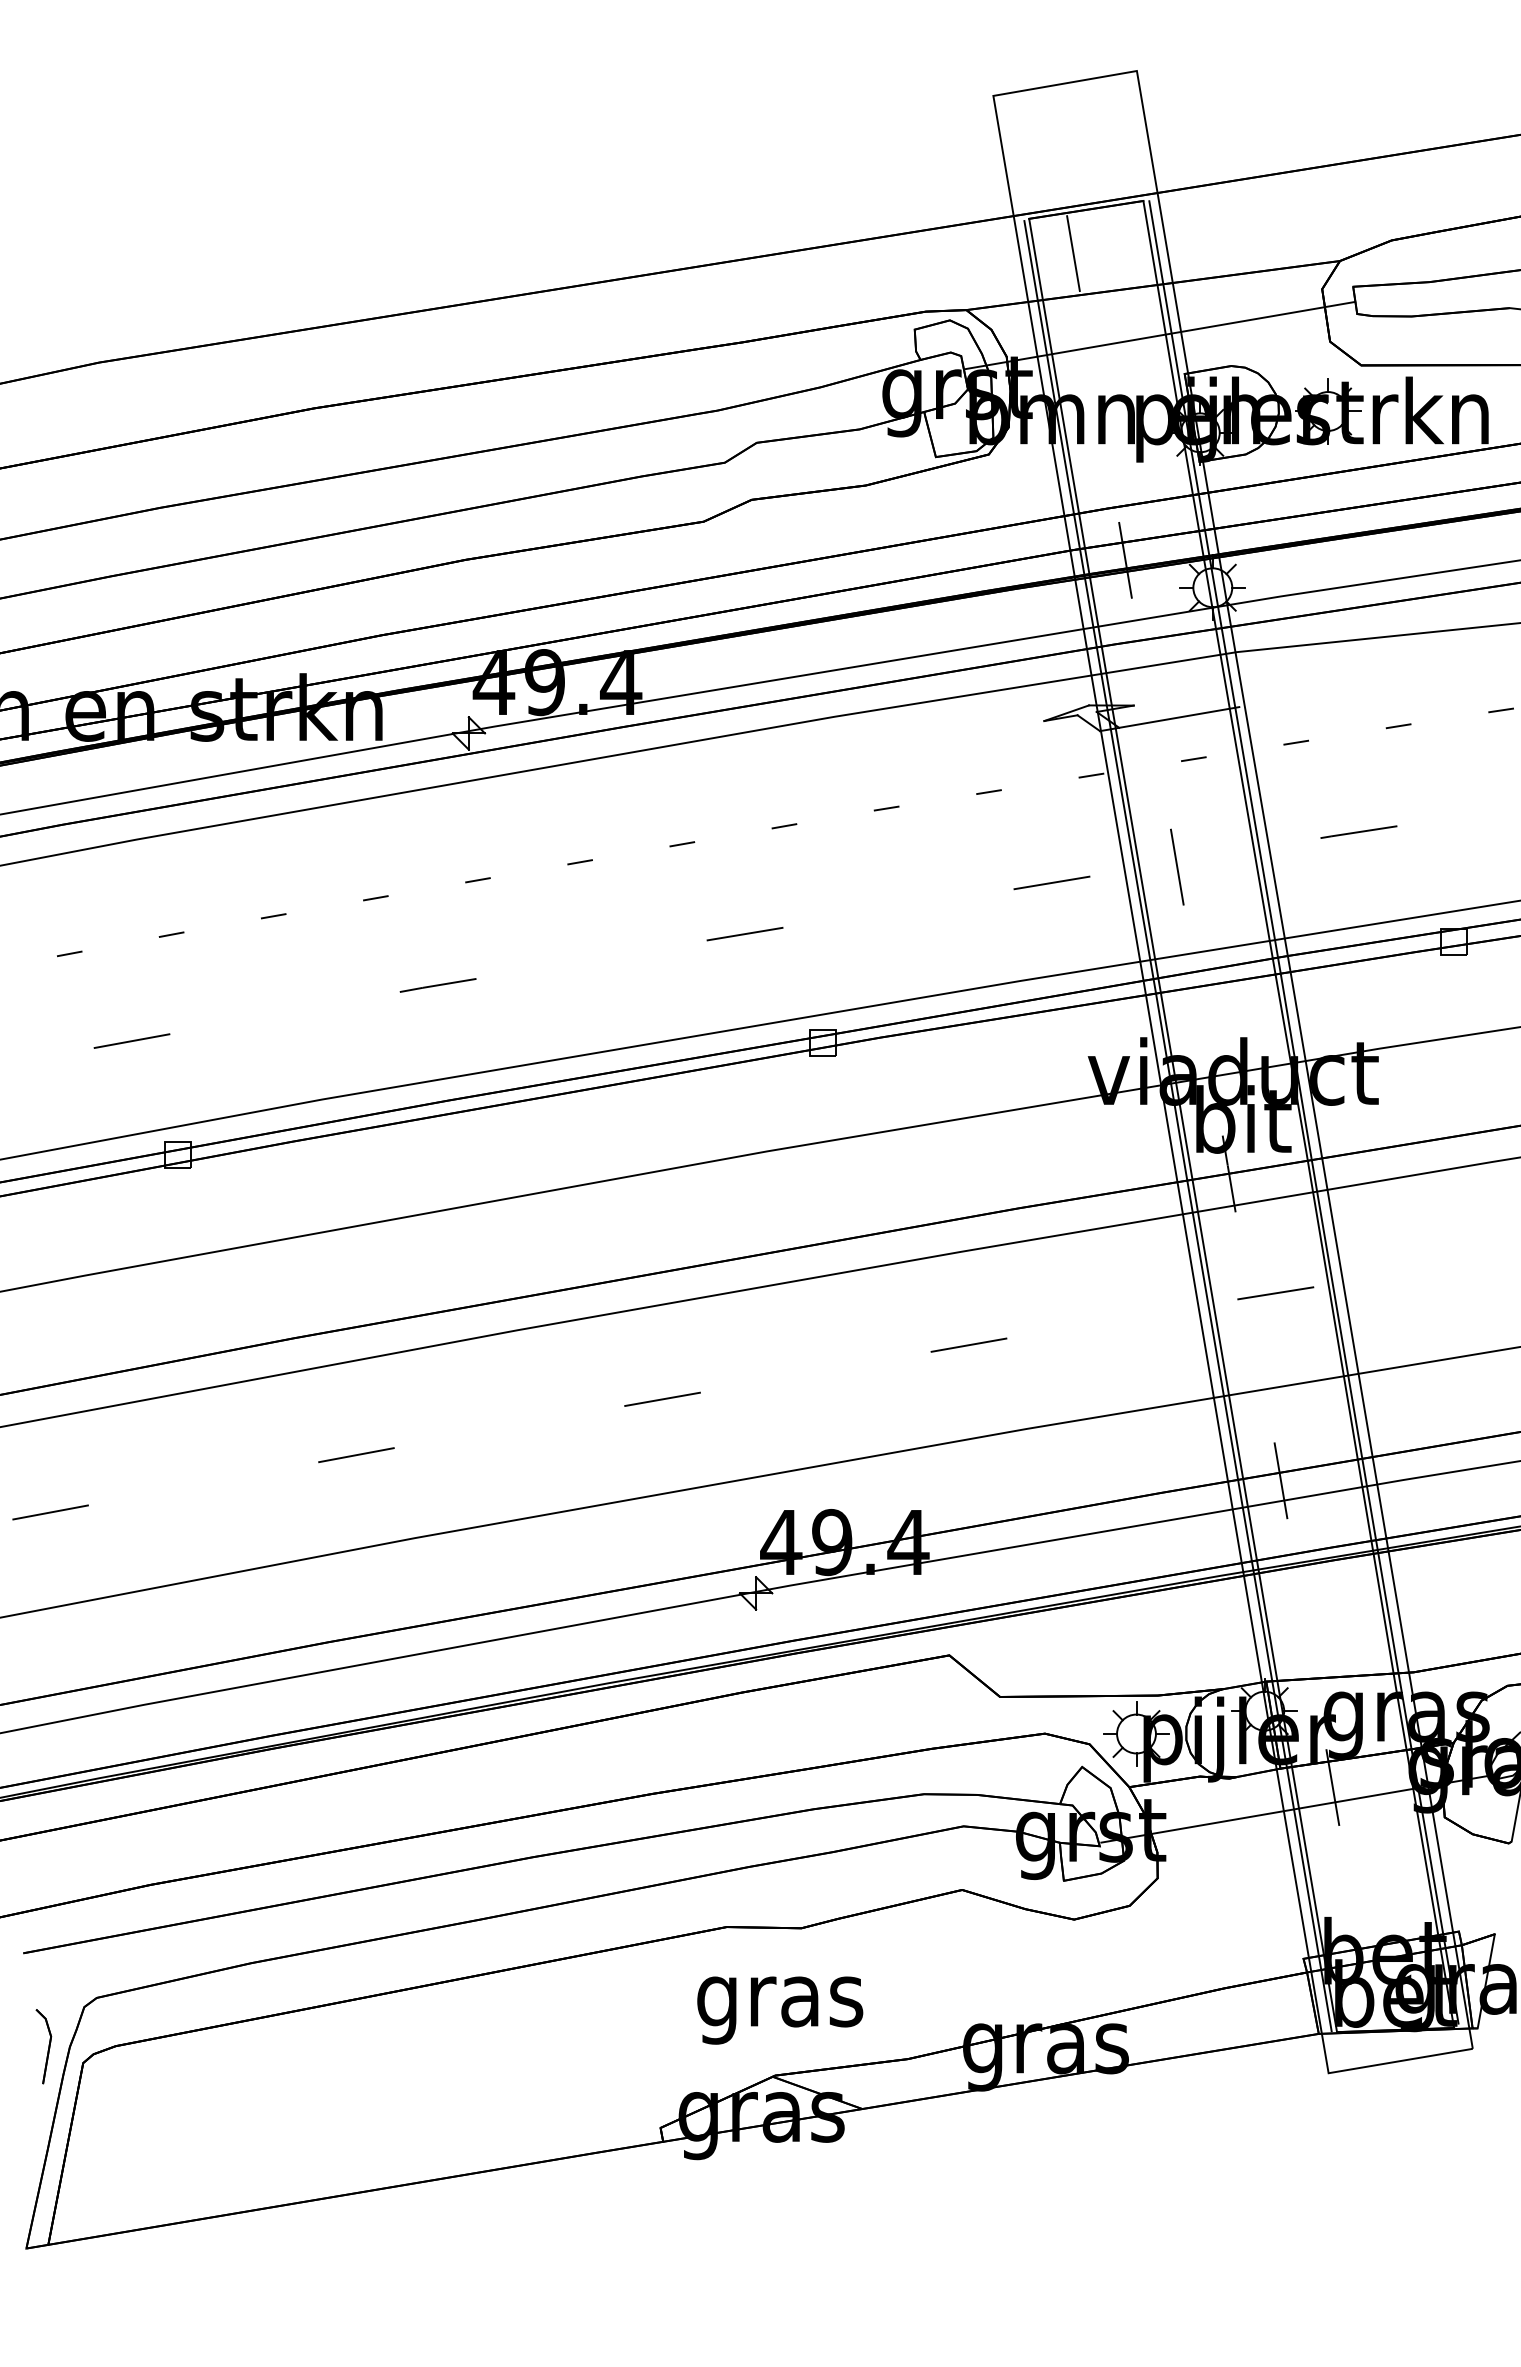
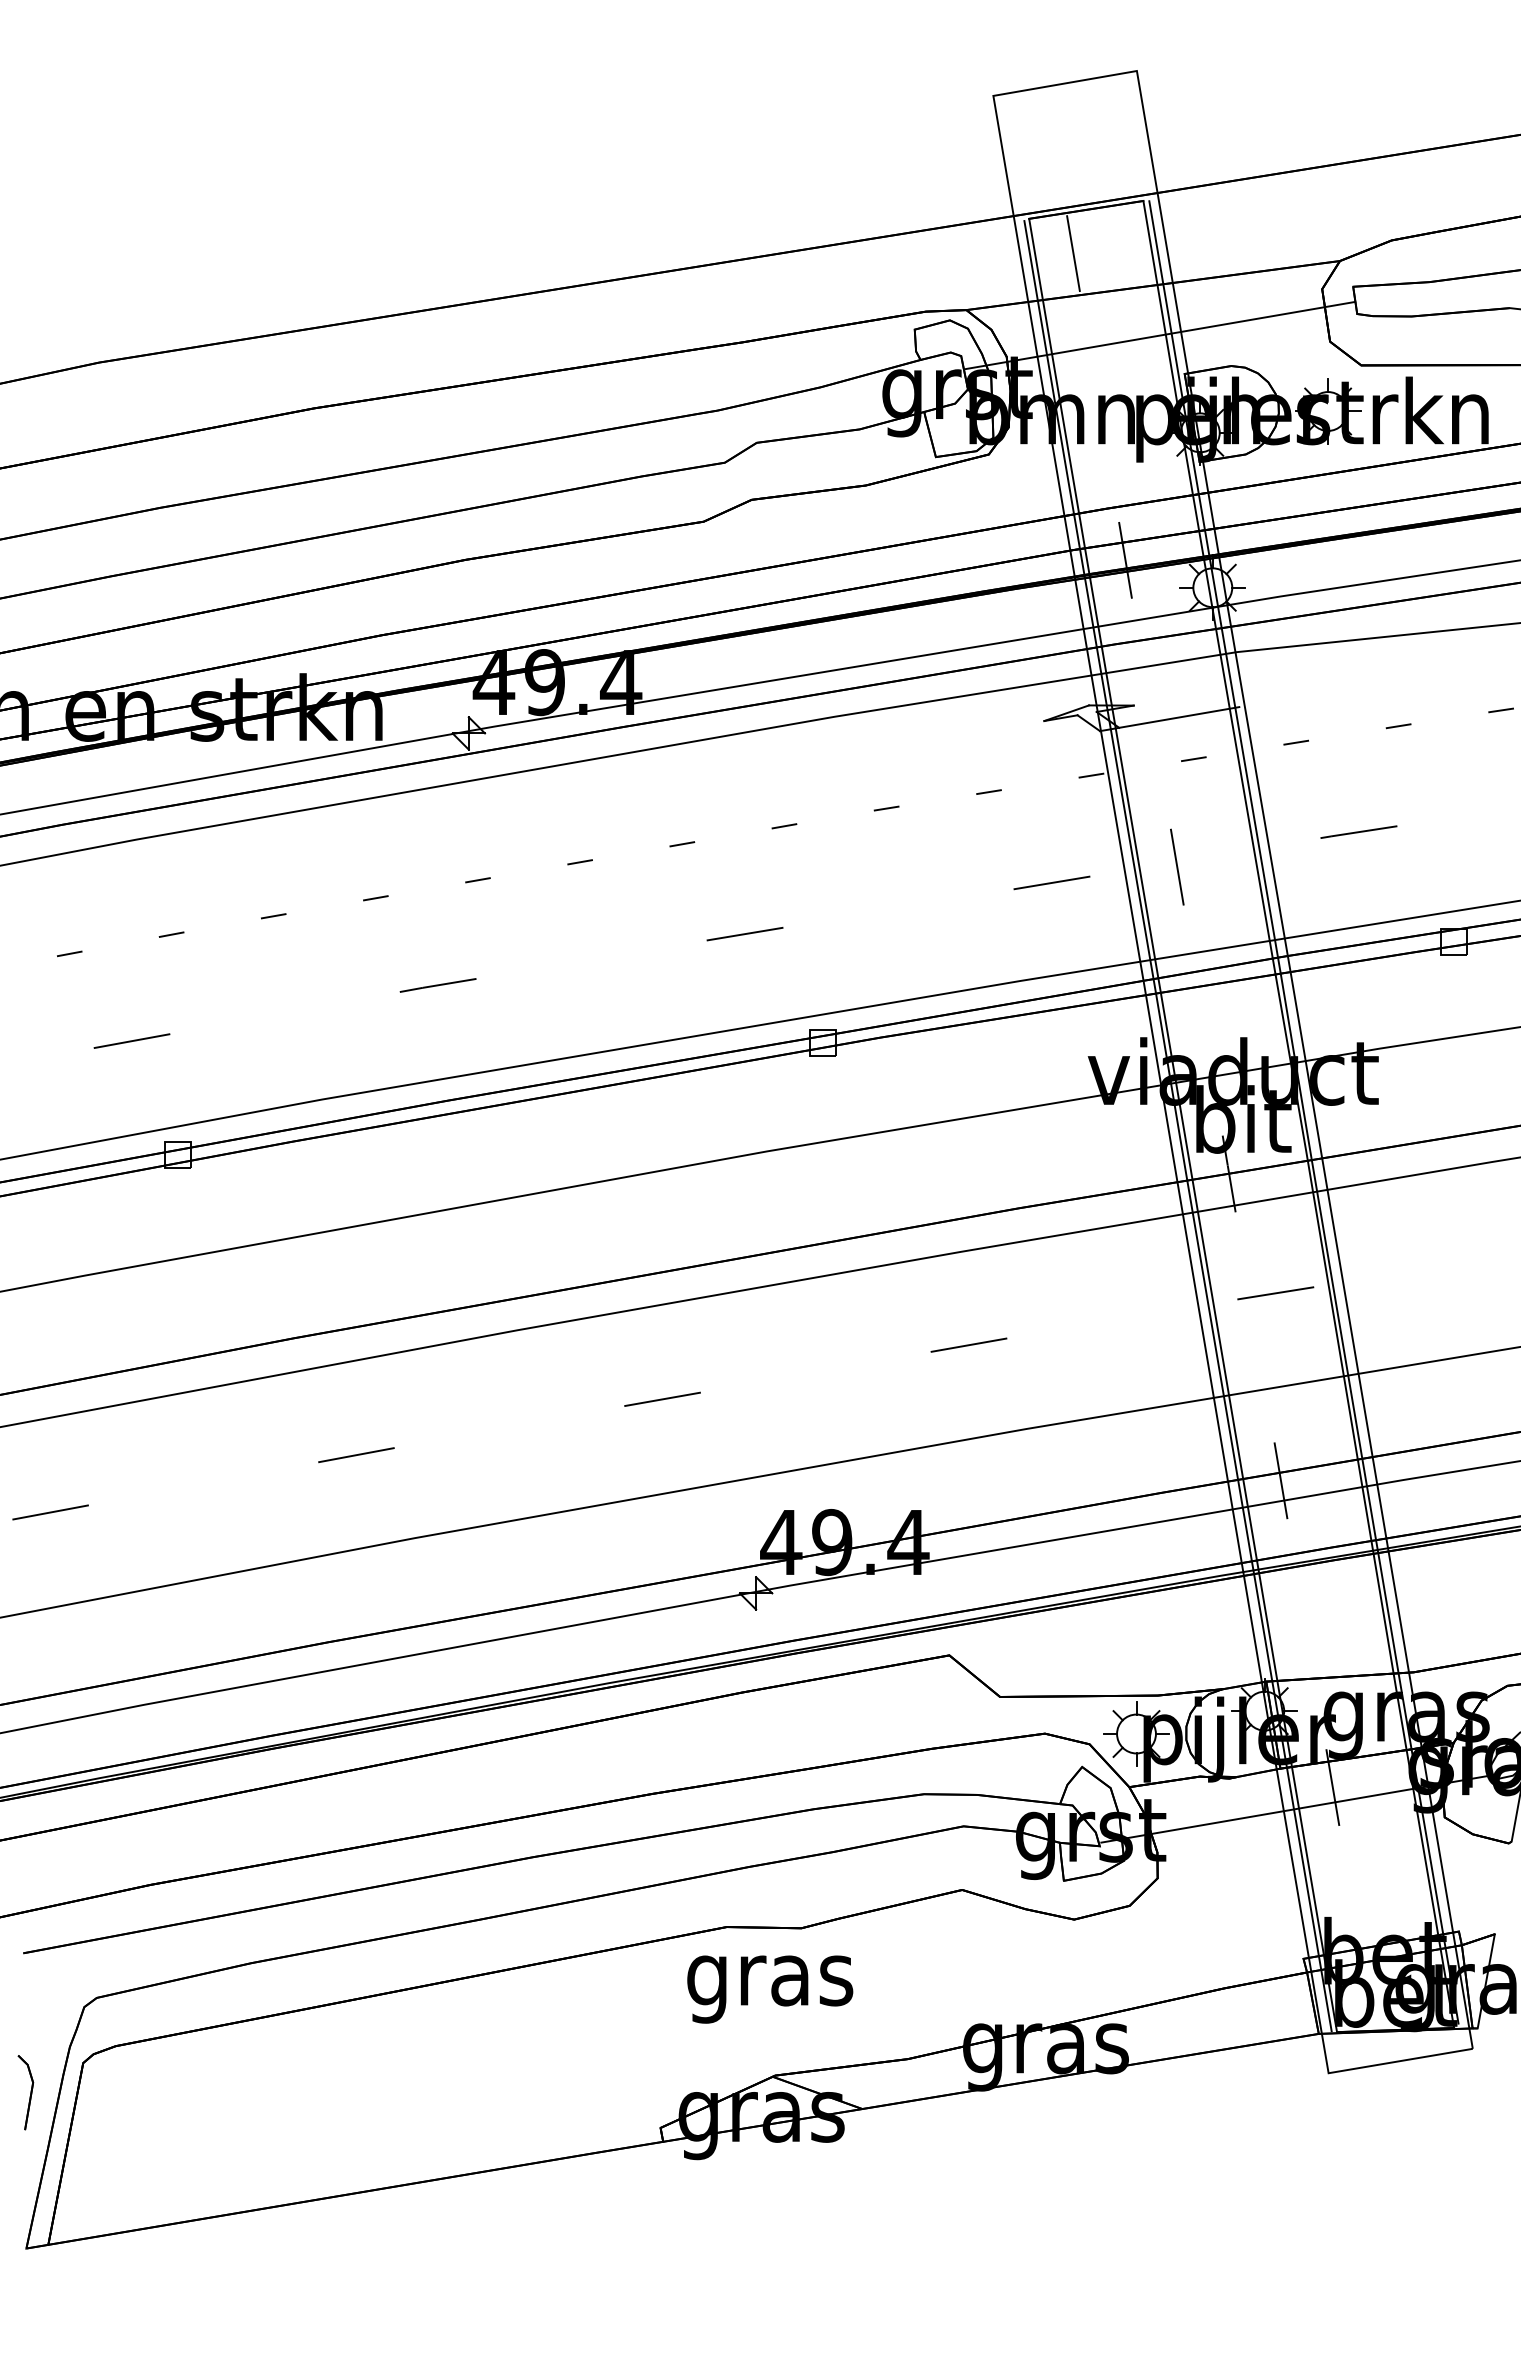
text at (780, 2010) position: (780, 2010) -> (770, 1989)
part at (43, 2046) position: (43, 2046) -> (25, 2092)
